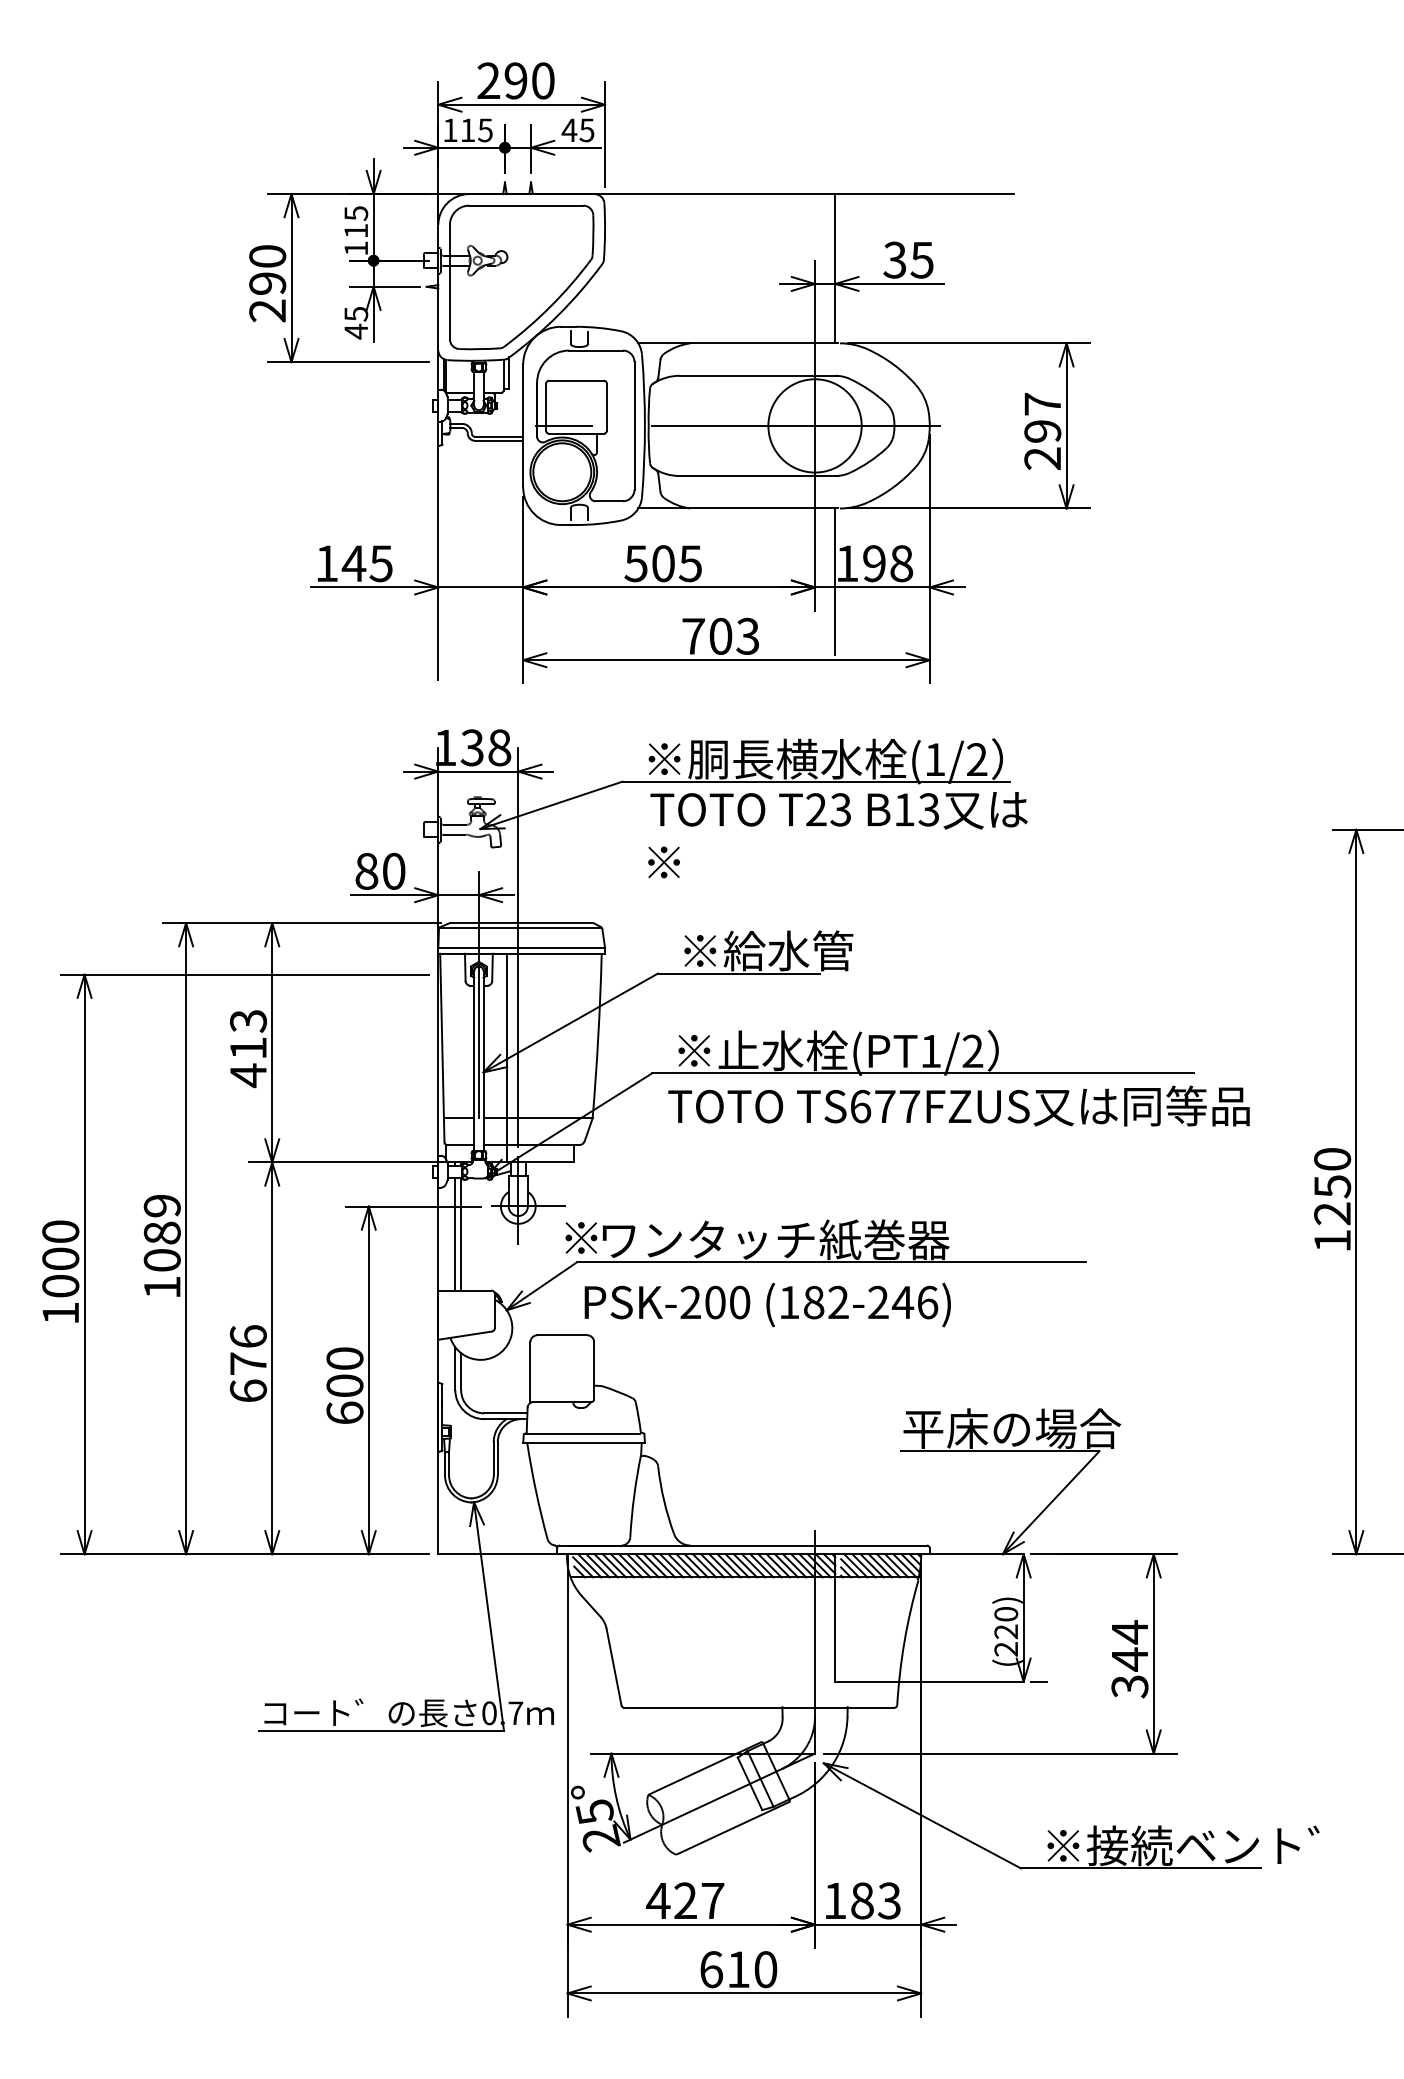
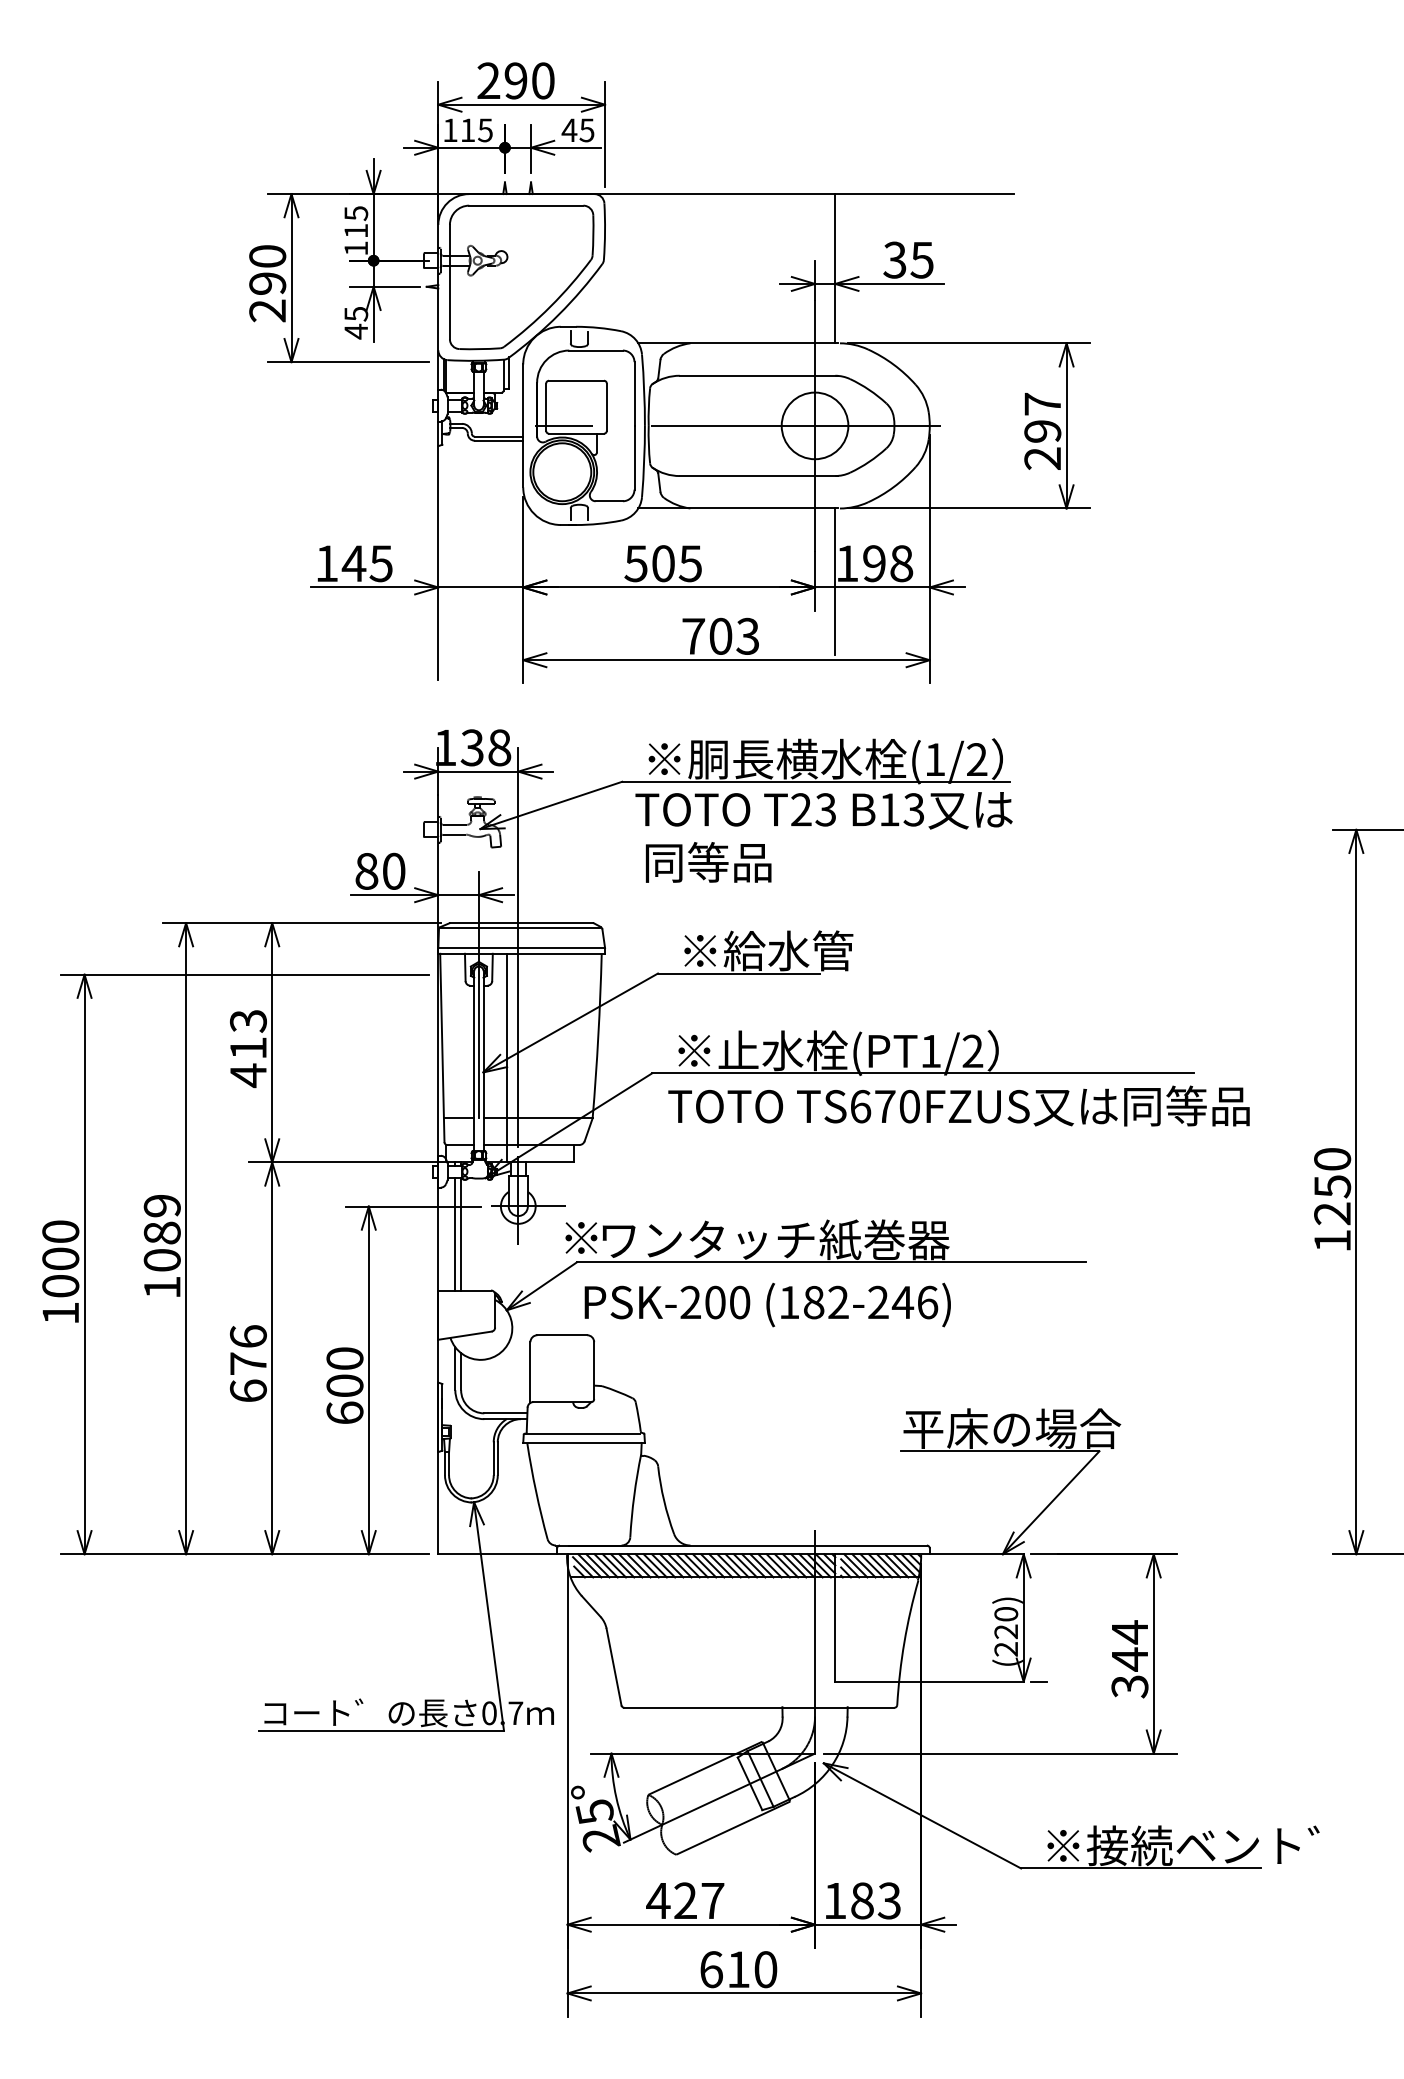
circle at (814, 425) diameter: 93 px -> 67 px
text at (838, 810) position: (838, 810) -> (823, 810)
text at (708, 862): ※ -> 同等品
text at (909, 1106): TS677FZUS -> TS670FZUS
